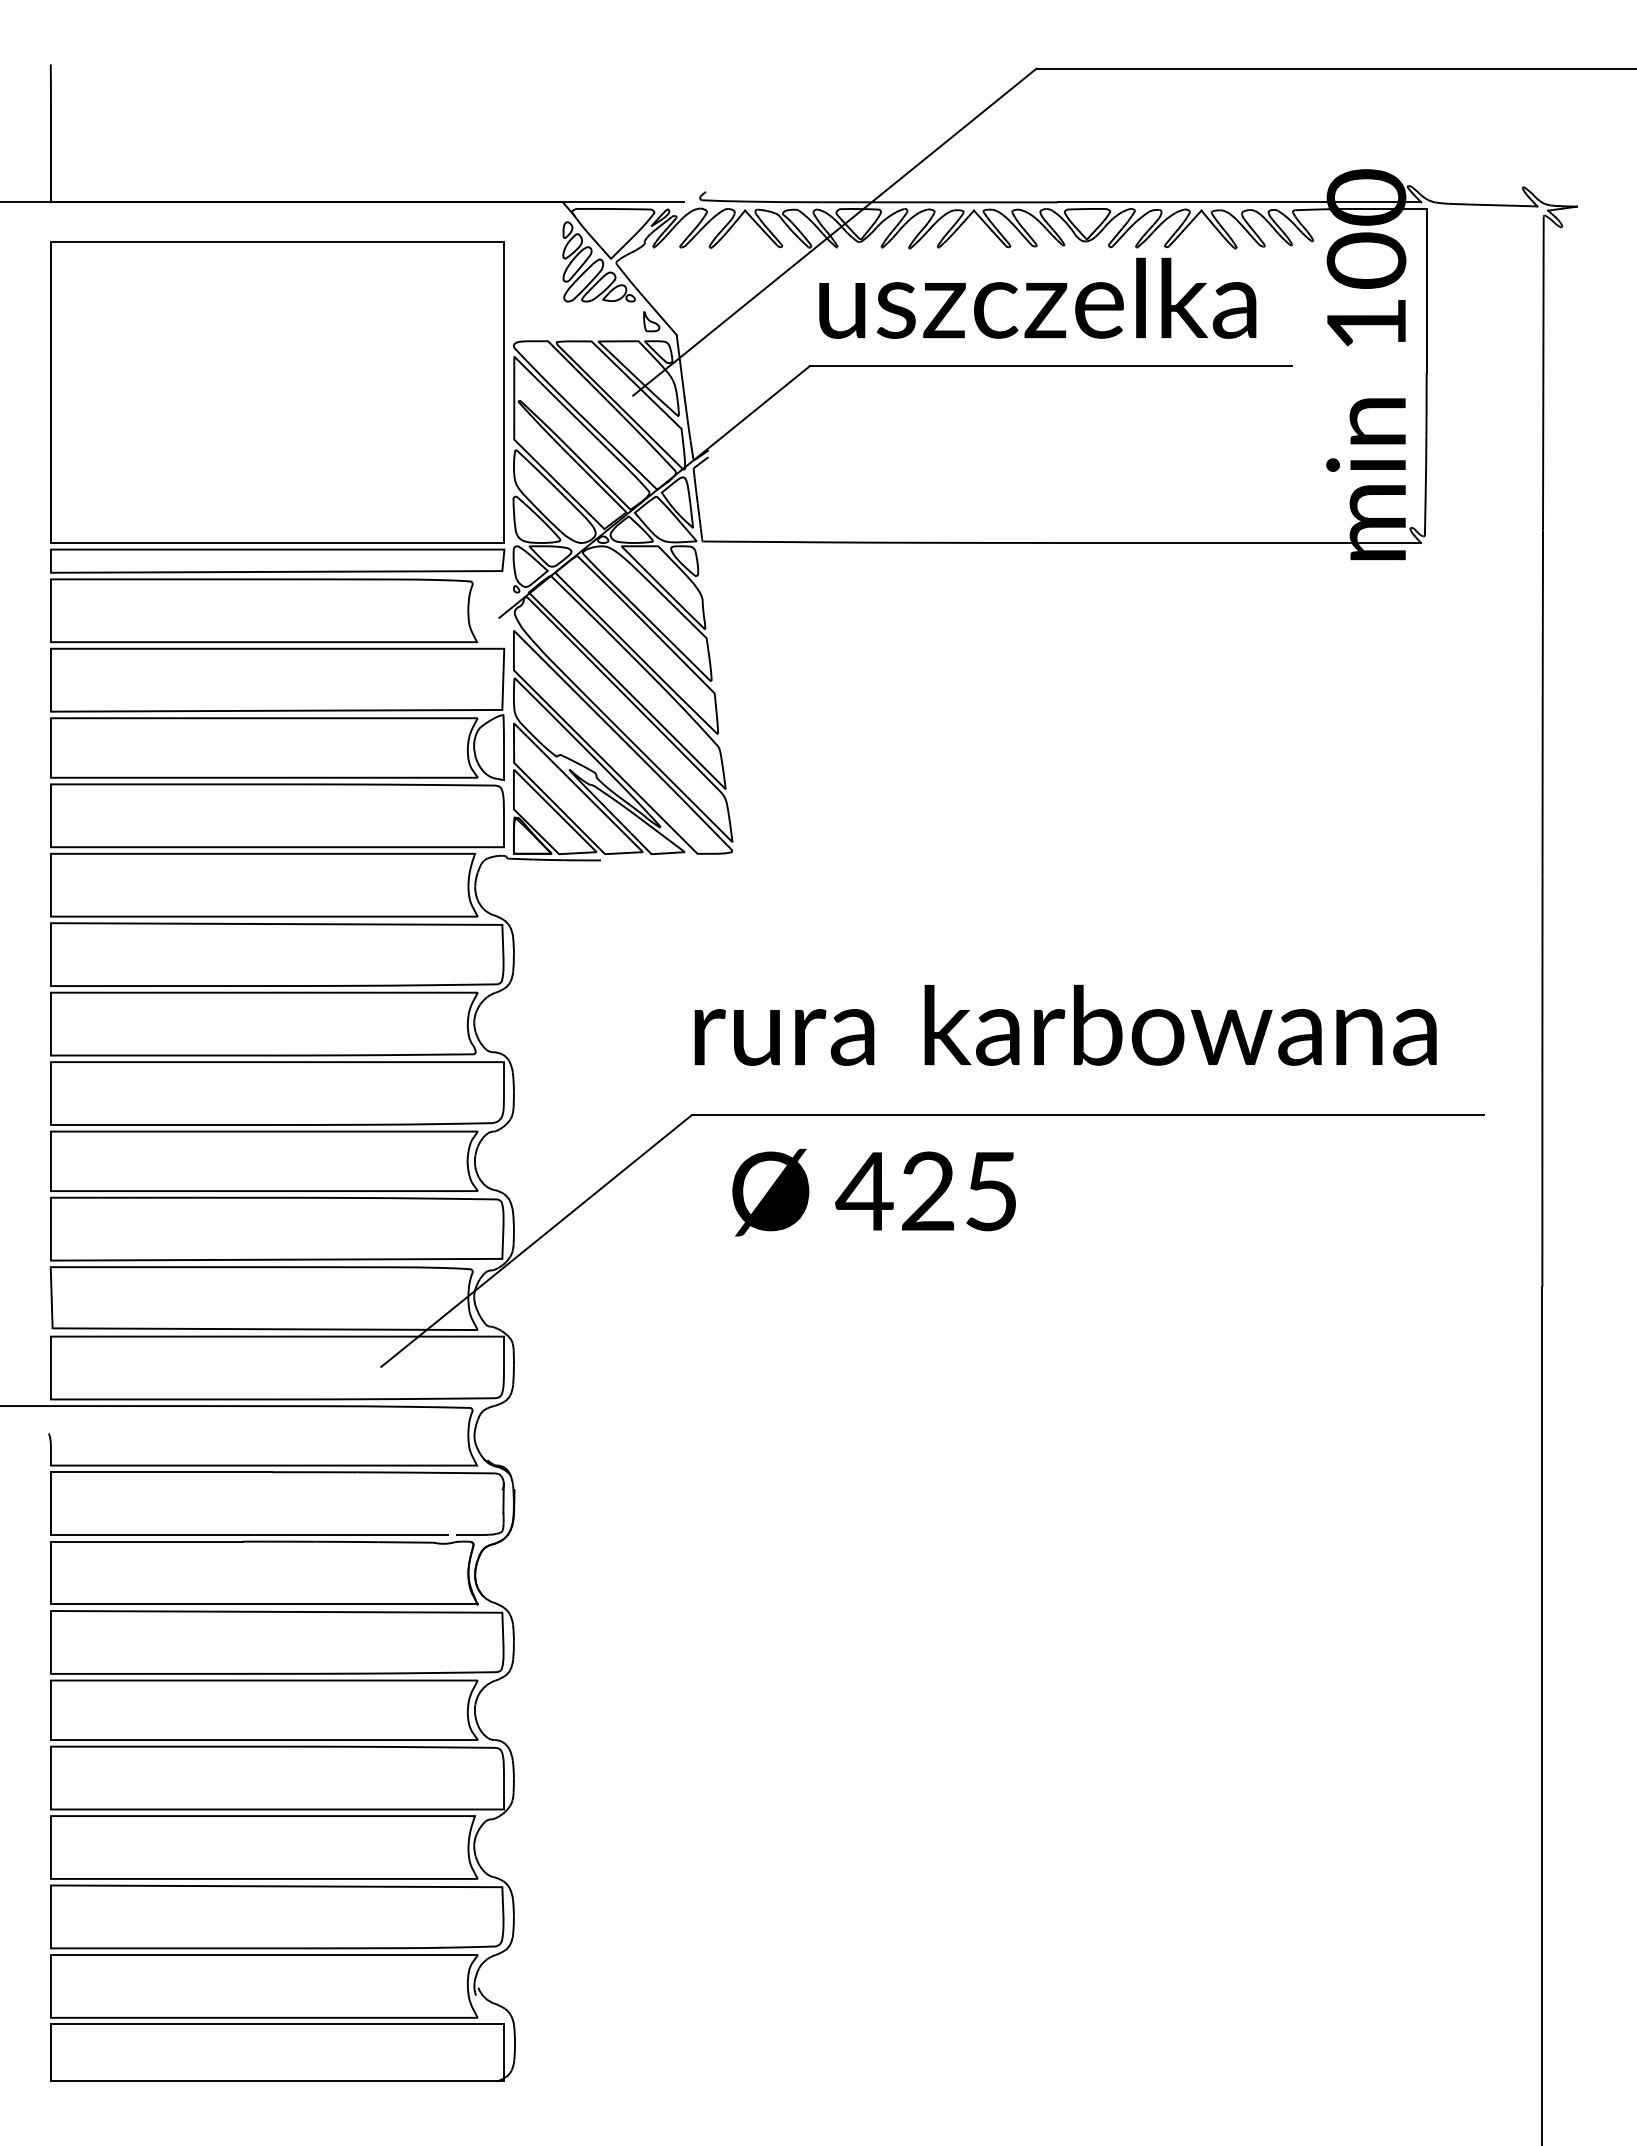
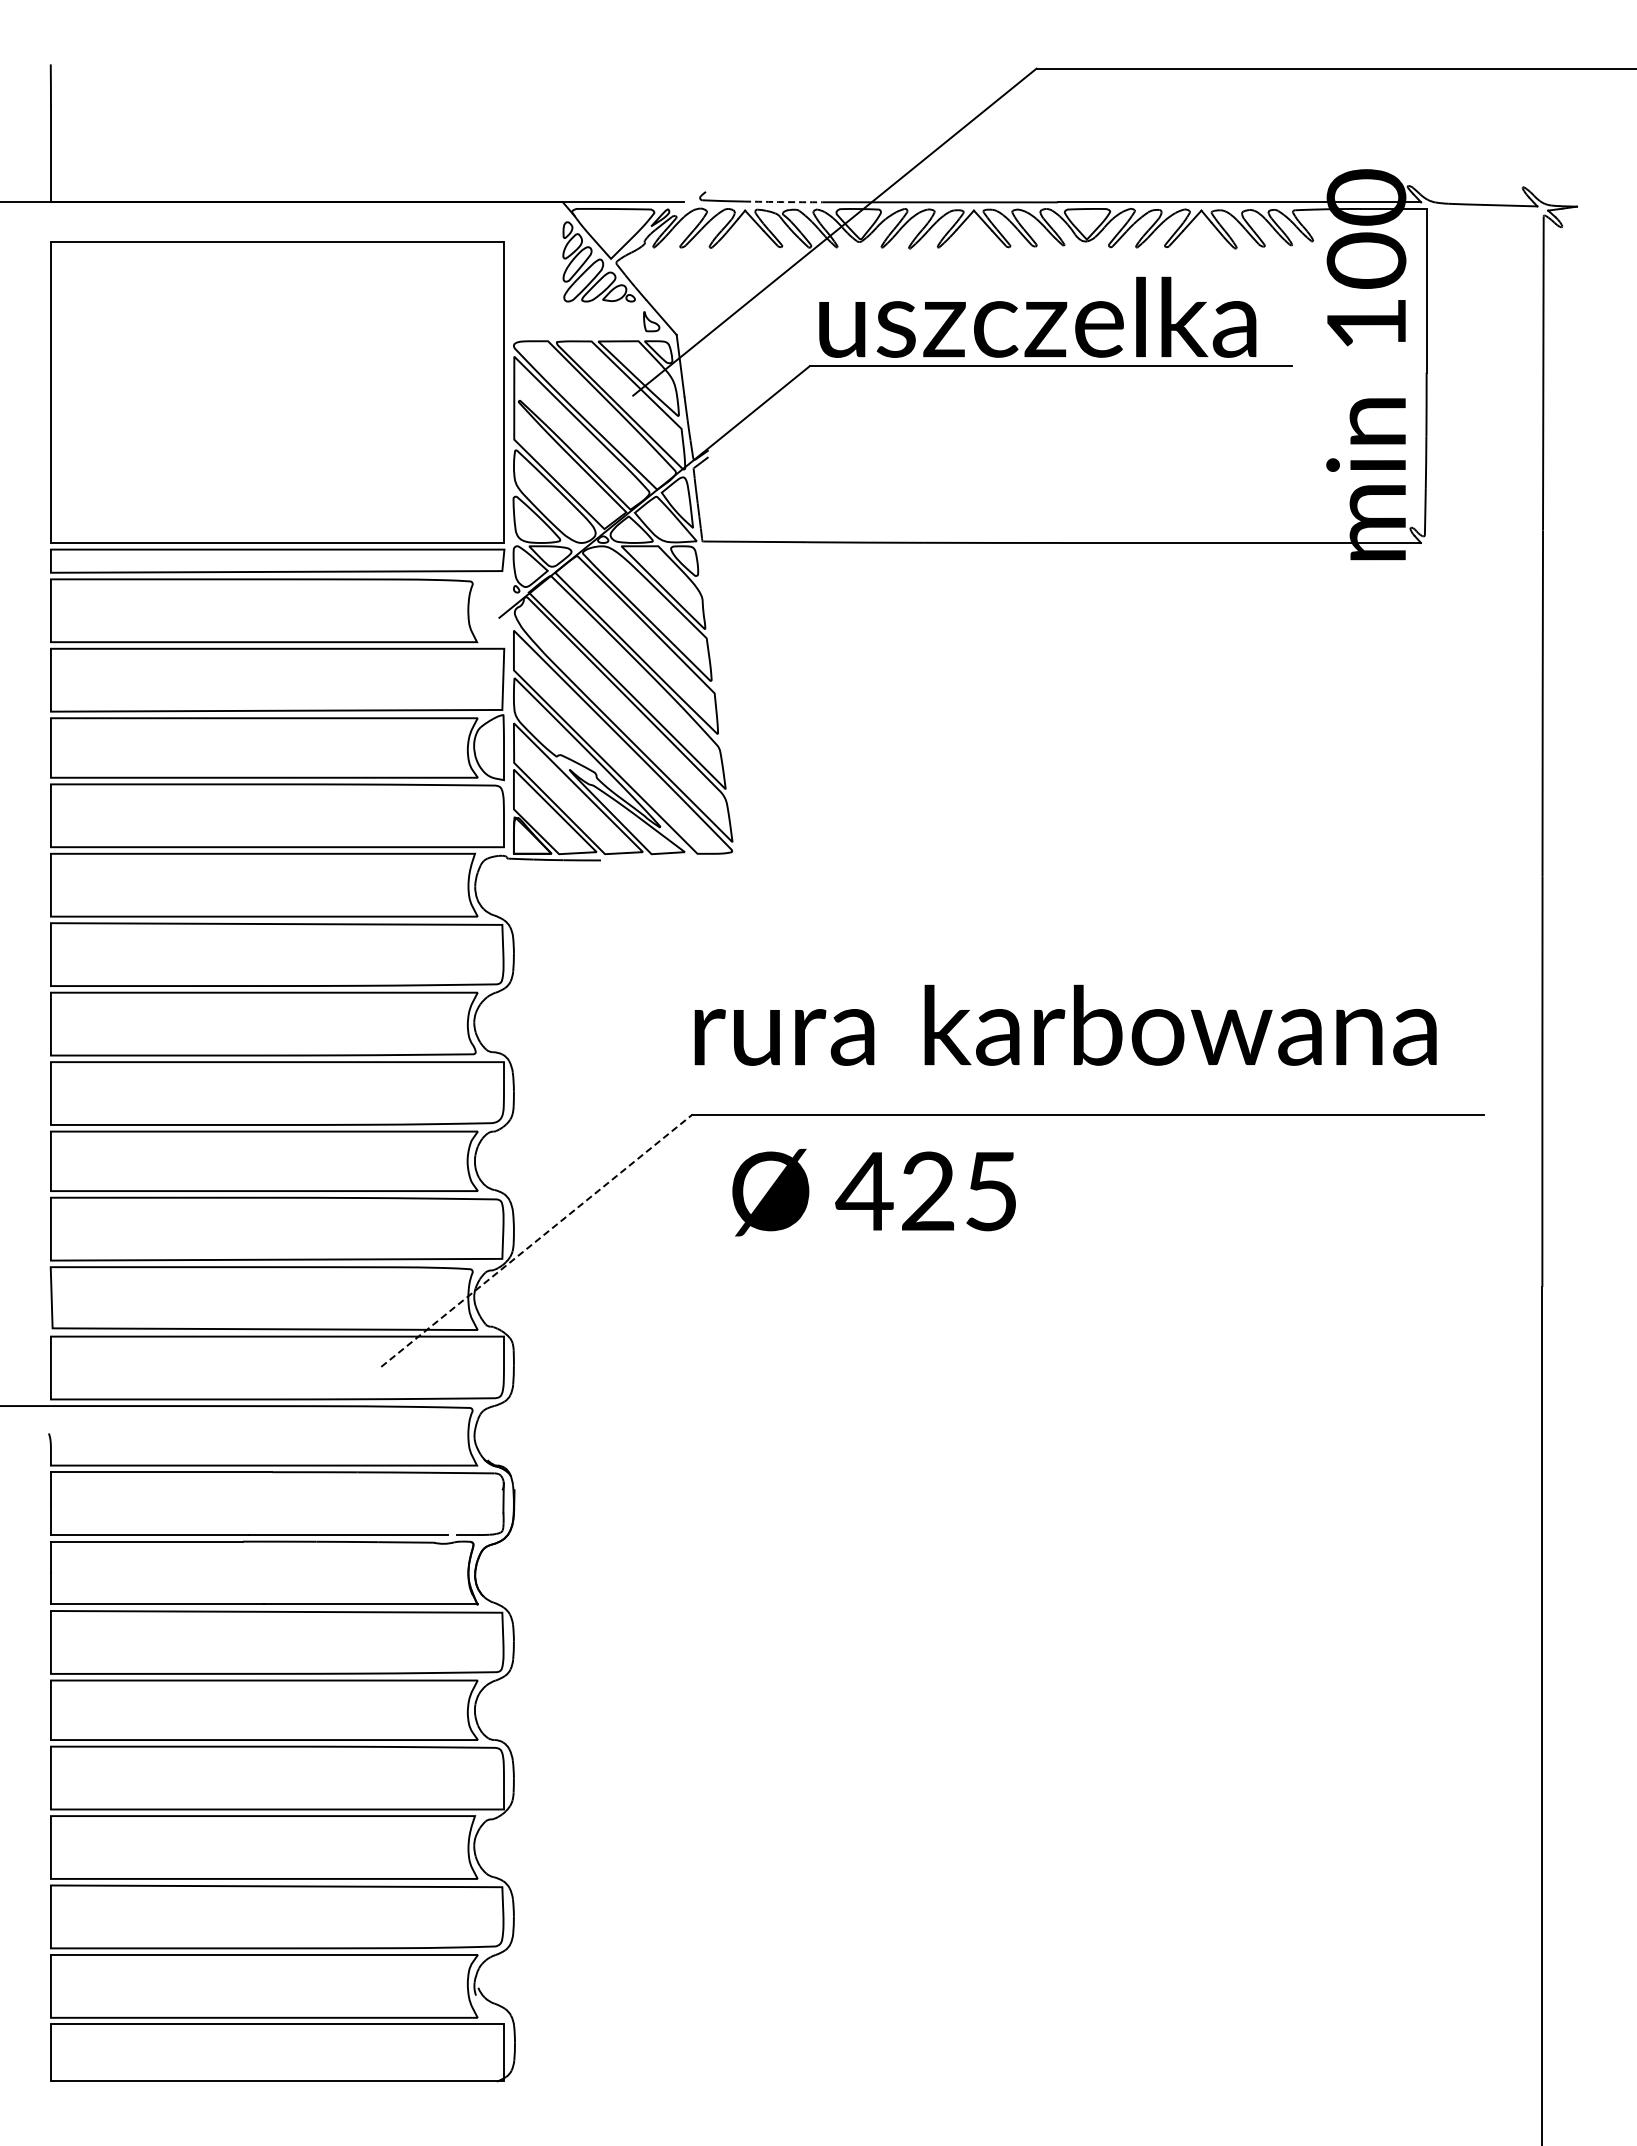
arc at (783, 202): solid -> dashed
text at (1037, 297) position: (1037, 297) -> (1037, 316)
line at (536, 1241): solid -> dashed
